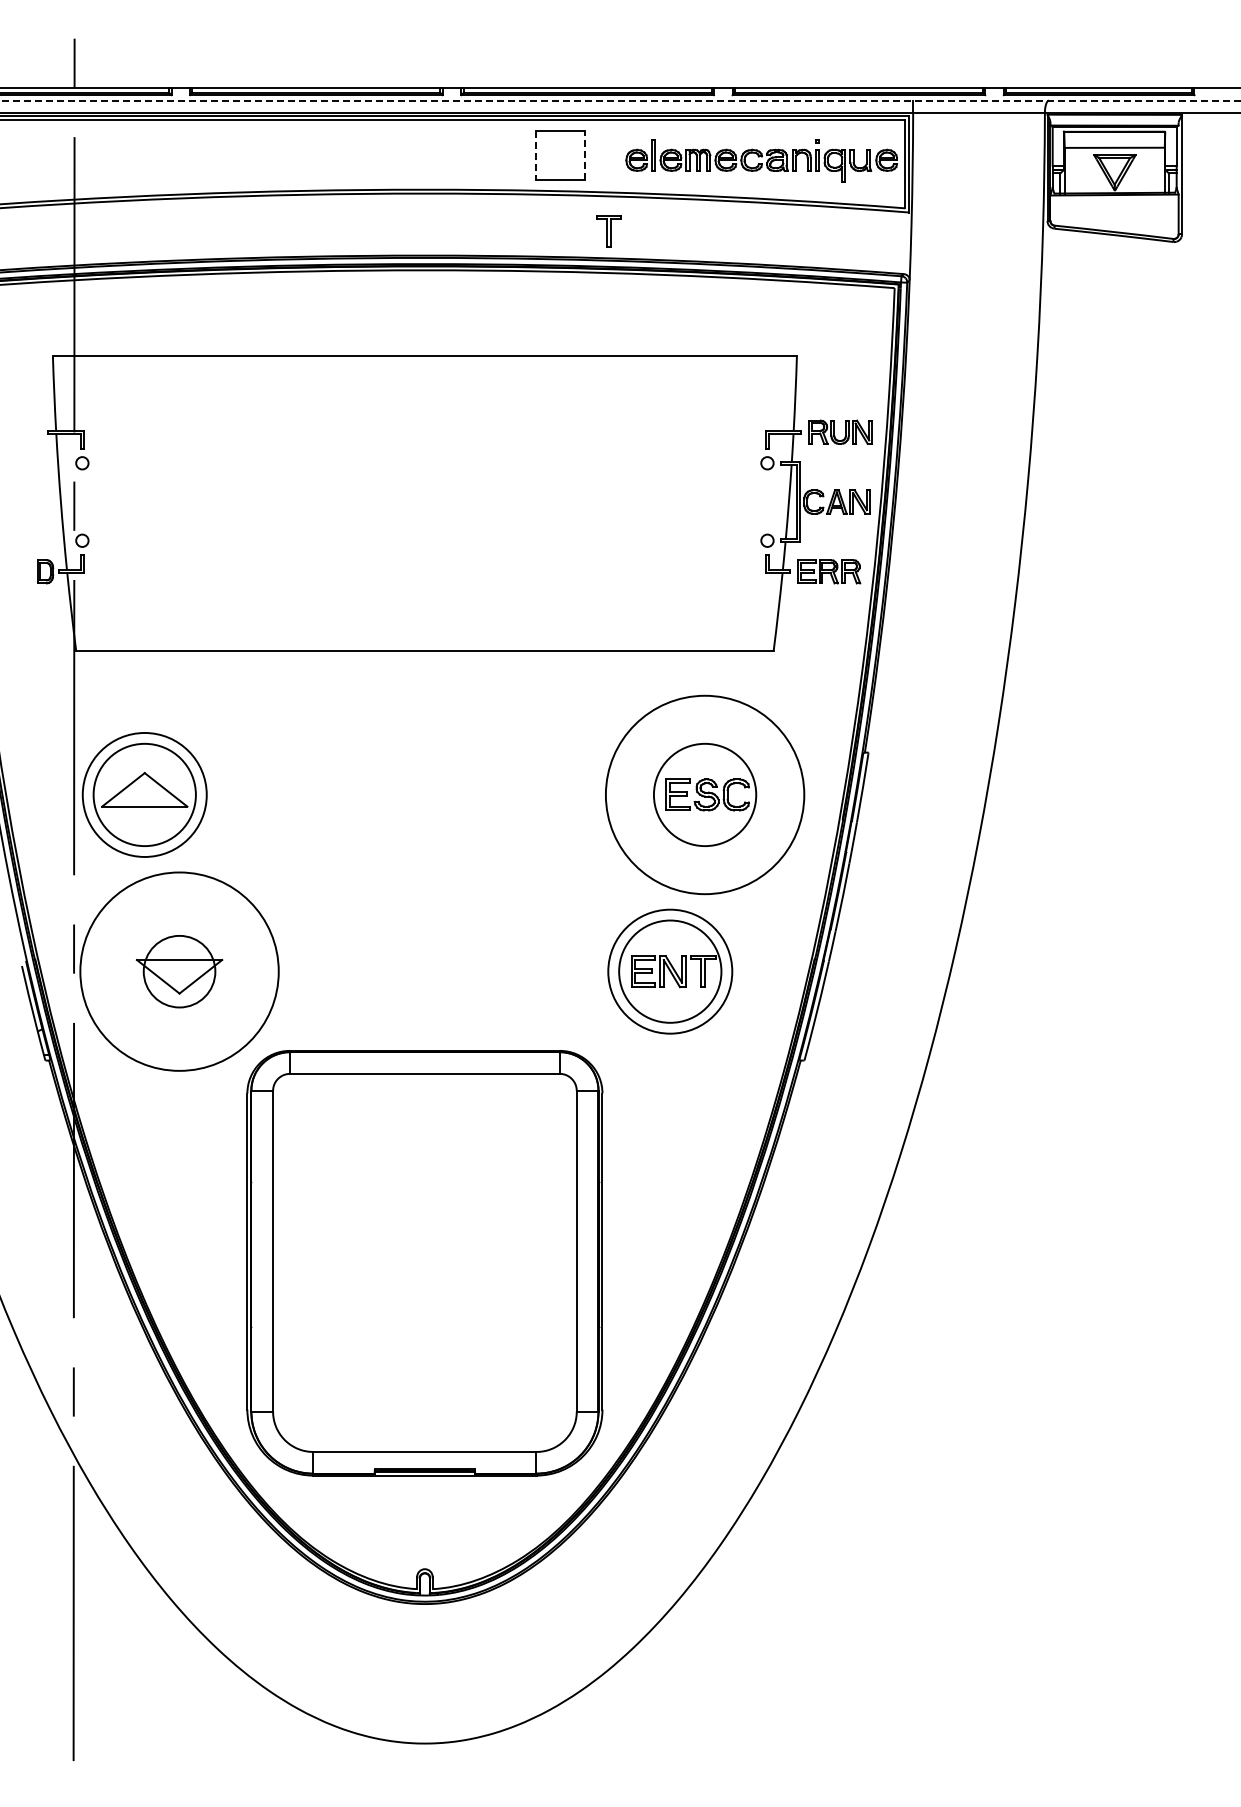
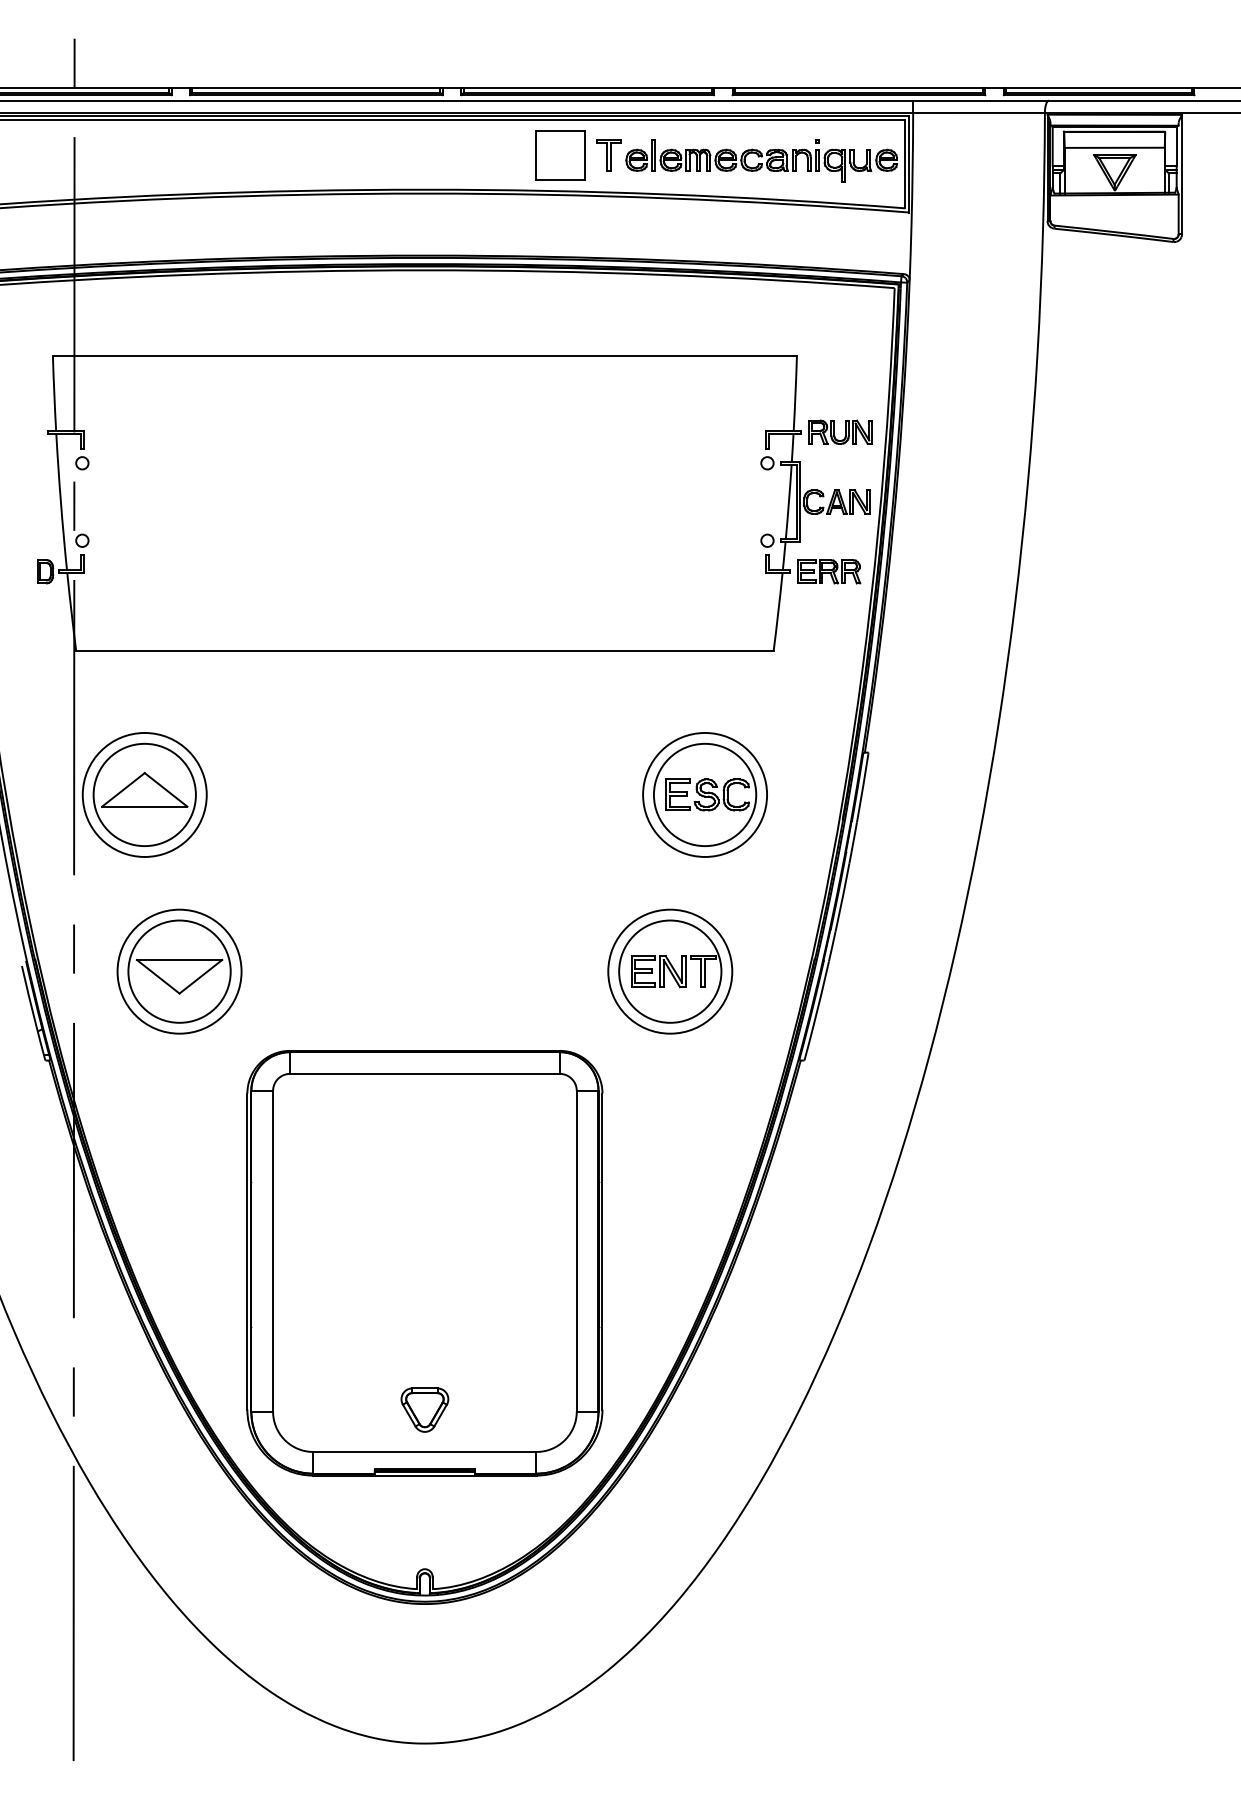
line at (620, 100): dashed -> solid
line at (585, 155): dashed -> solid
line at (536, 156): dashed -> solid
part at (608, 231) position: (608, 231) -> (608, 155)
circle at (704, 794) diameter: 198 px -> 124 px
circle at (179, 971) diameter: 198 px -> 124 px
circle at (179, 971) diameter: 72 px -> 102 px
part at (424, 1409): none -> present
